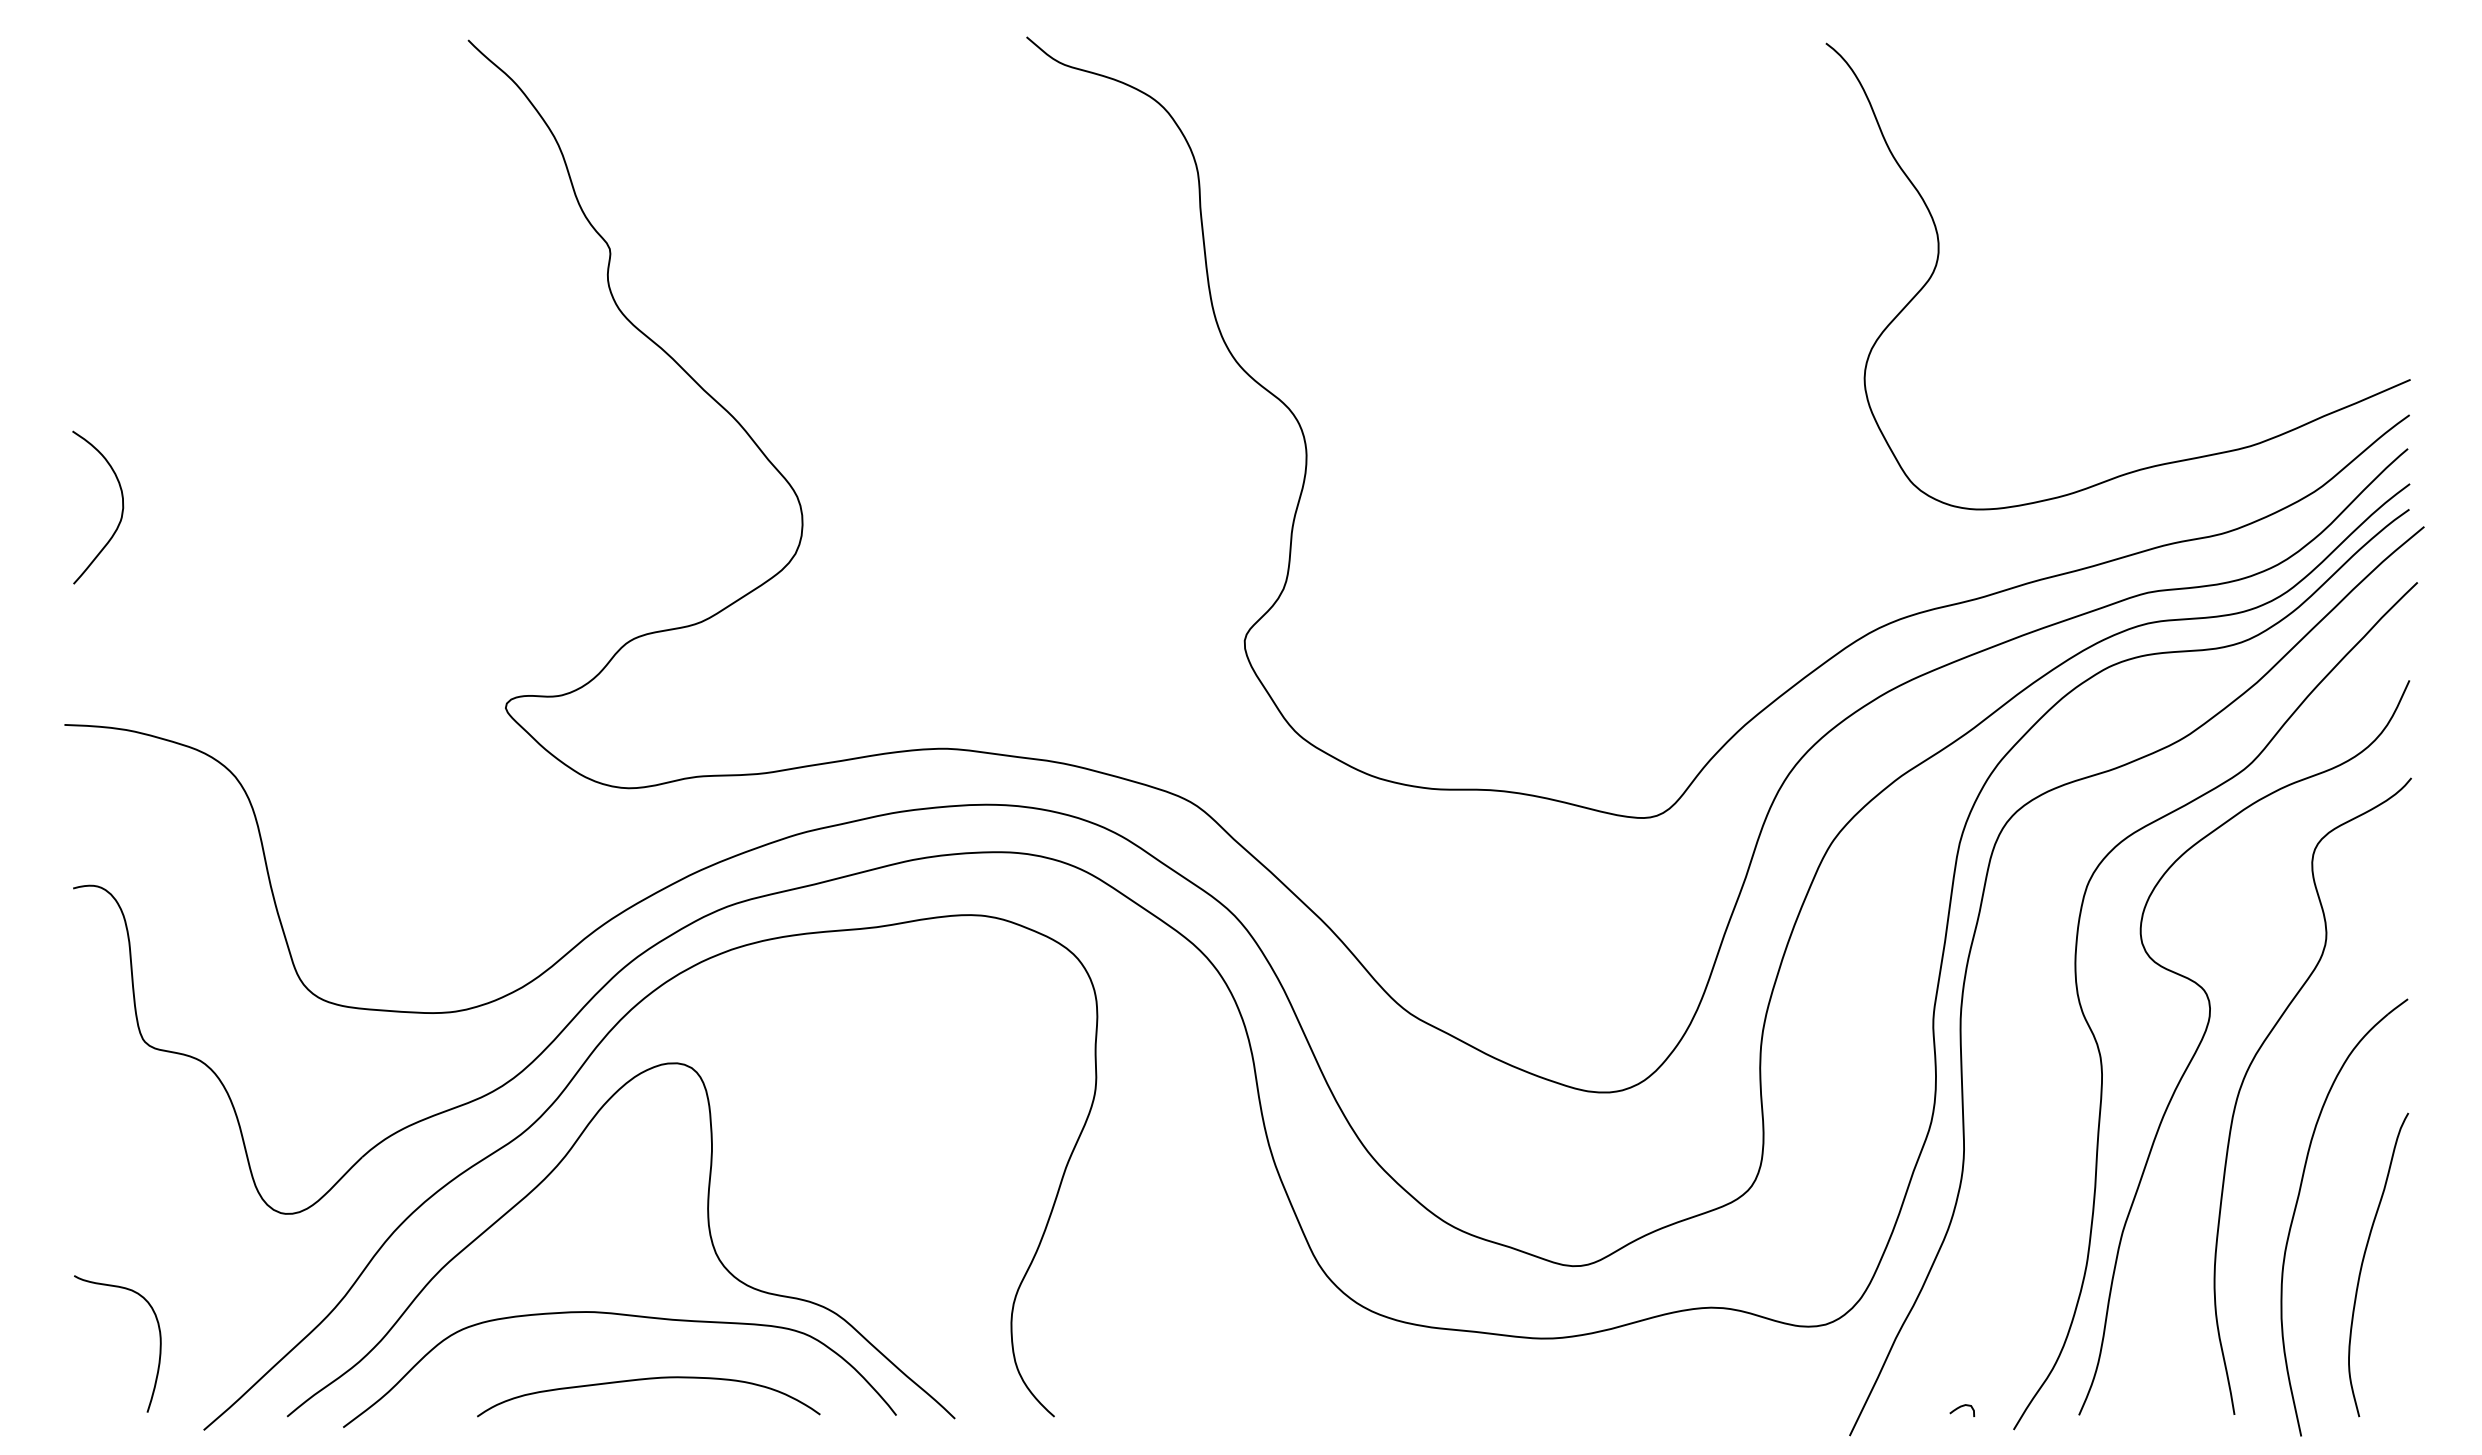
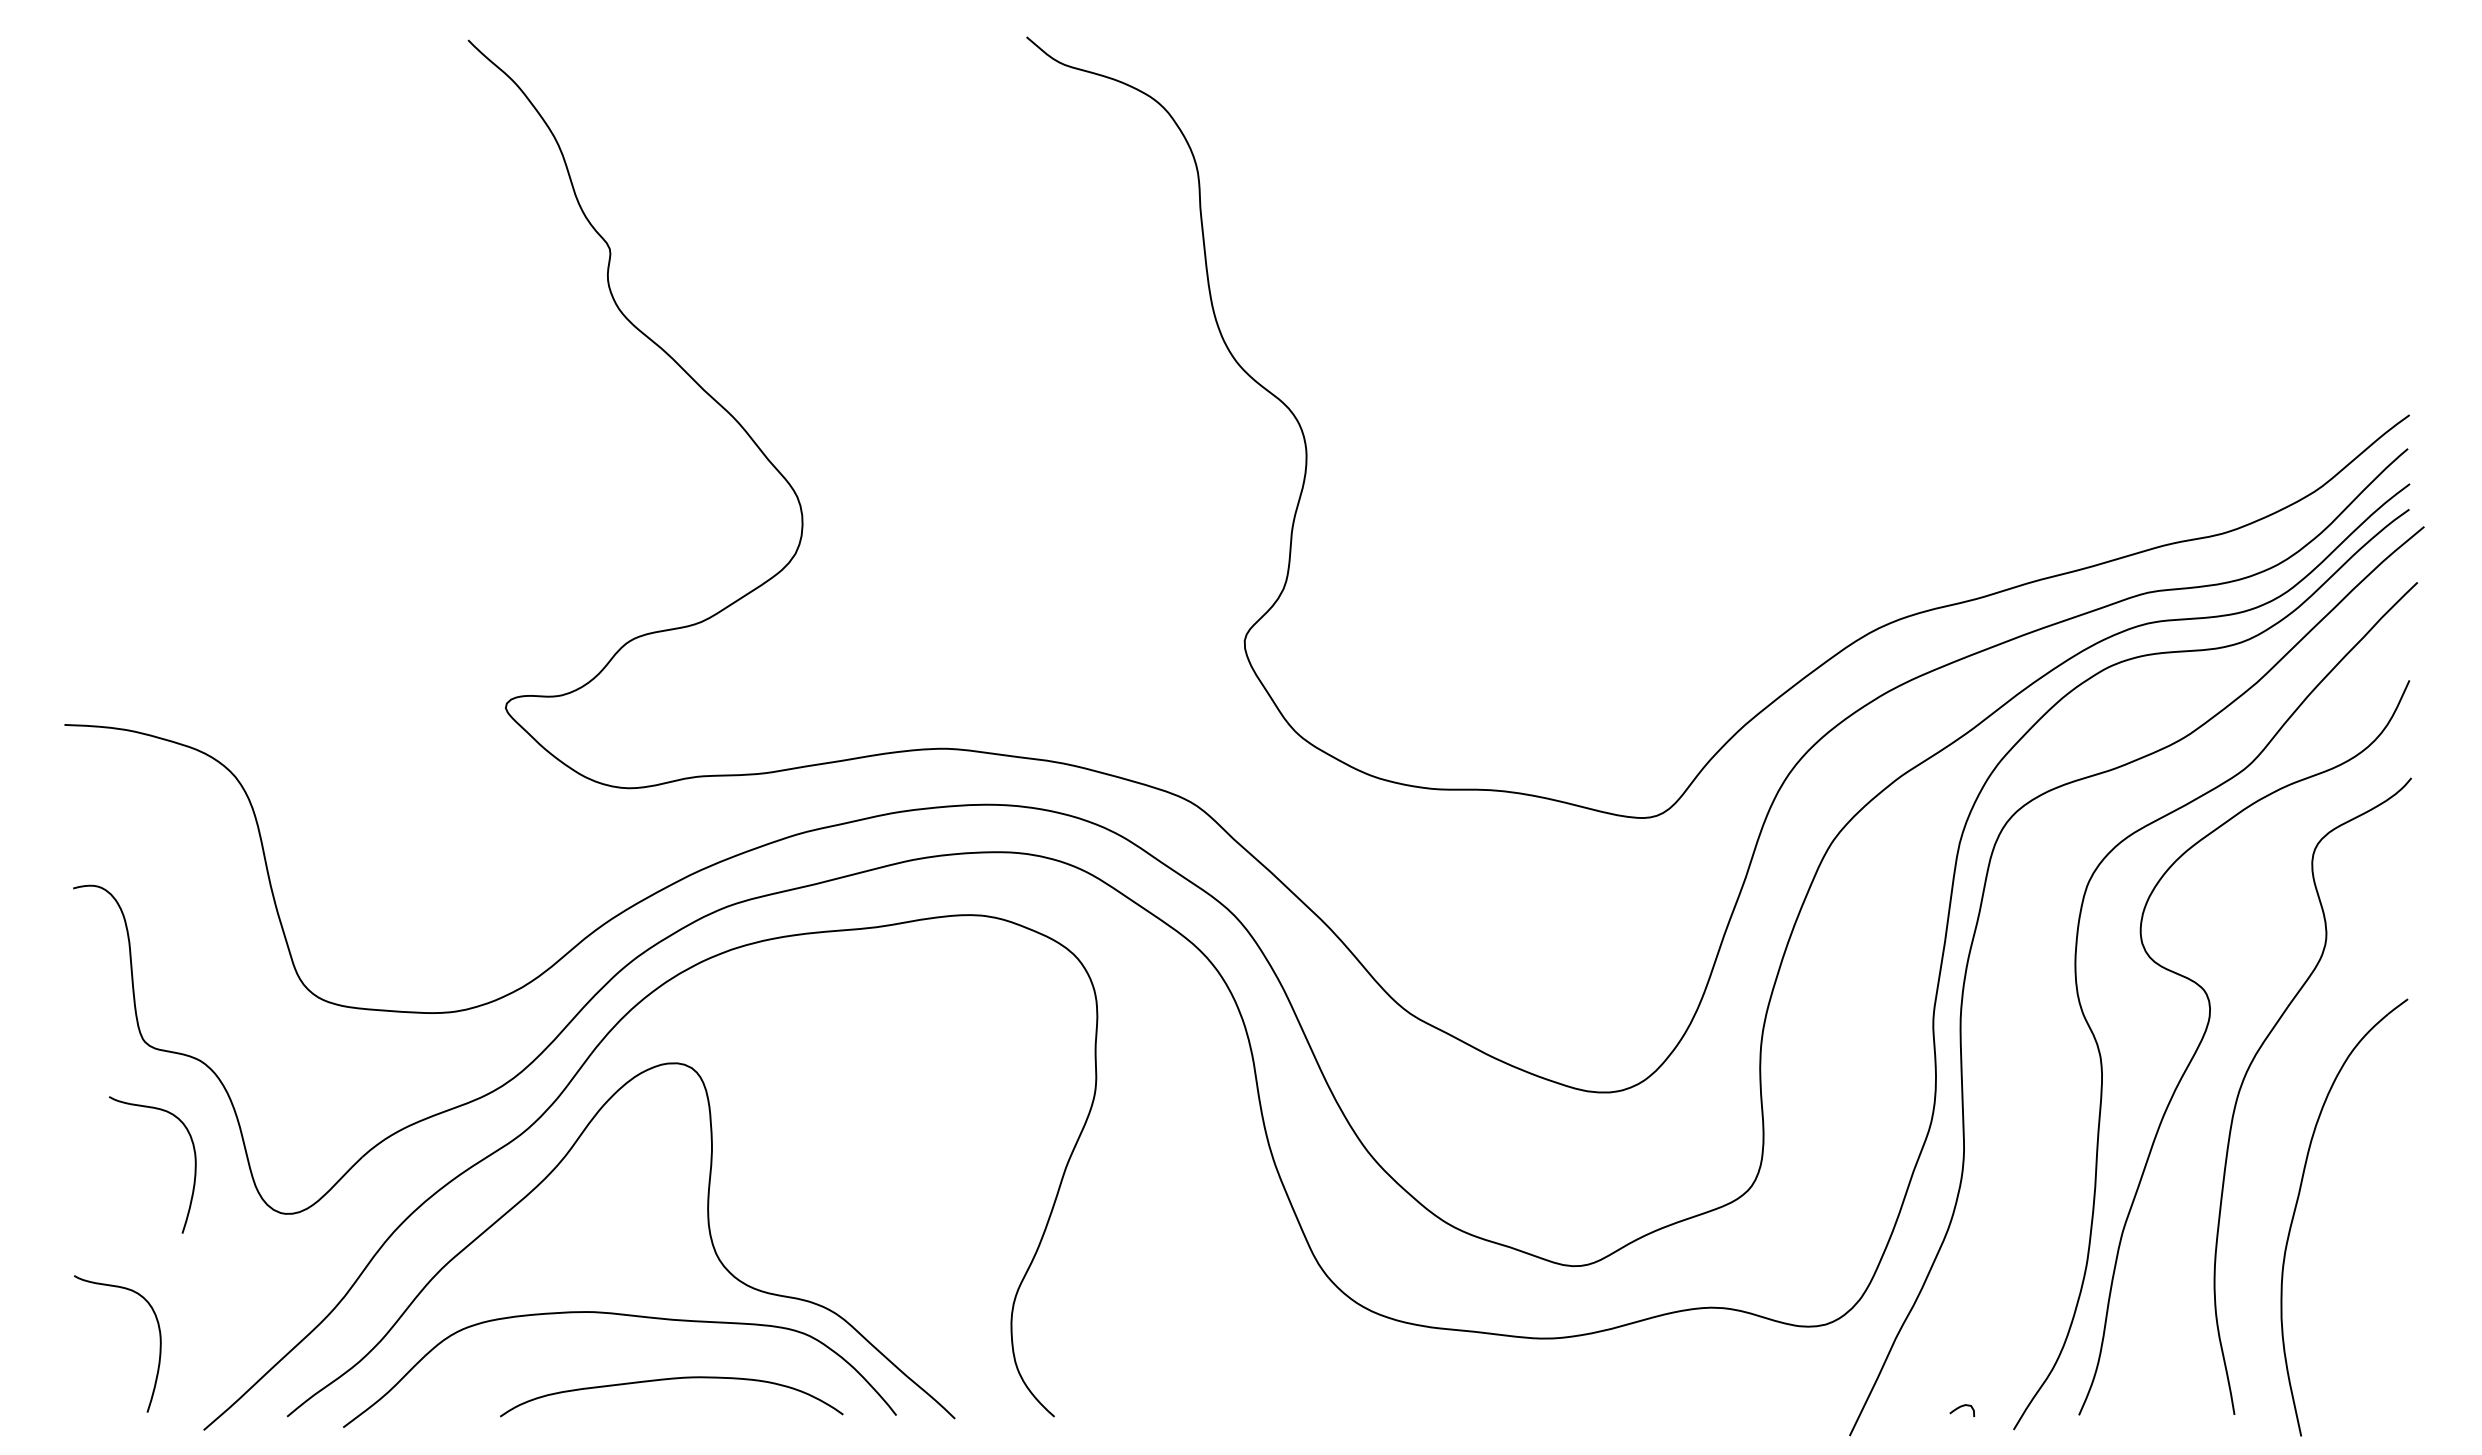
curve at (1939, 255): present -> none
curve at (121, 511): present -> none
curve at (194, 1164): none -> present
curve at (2364, 1259): present -> none
curve at (643, 1380) position: (643, 1380) -> (666, 1380)
